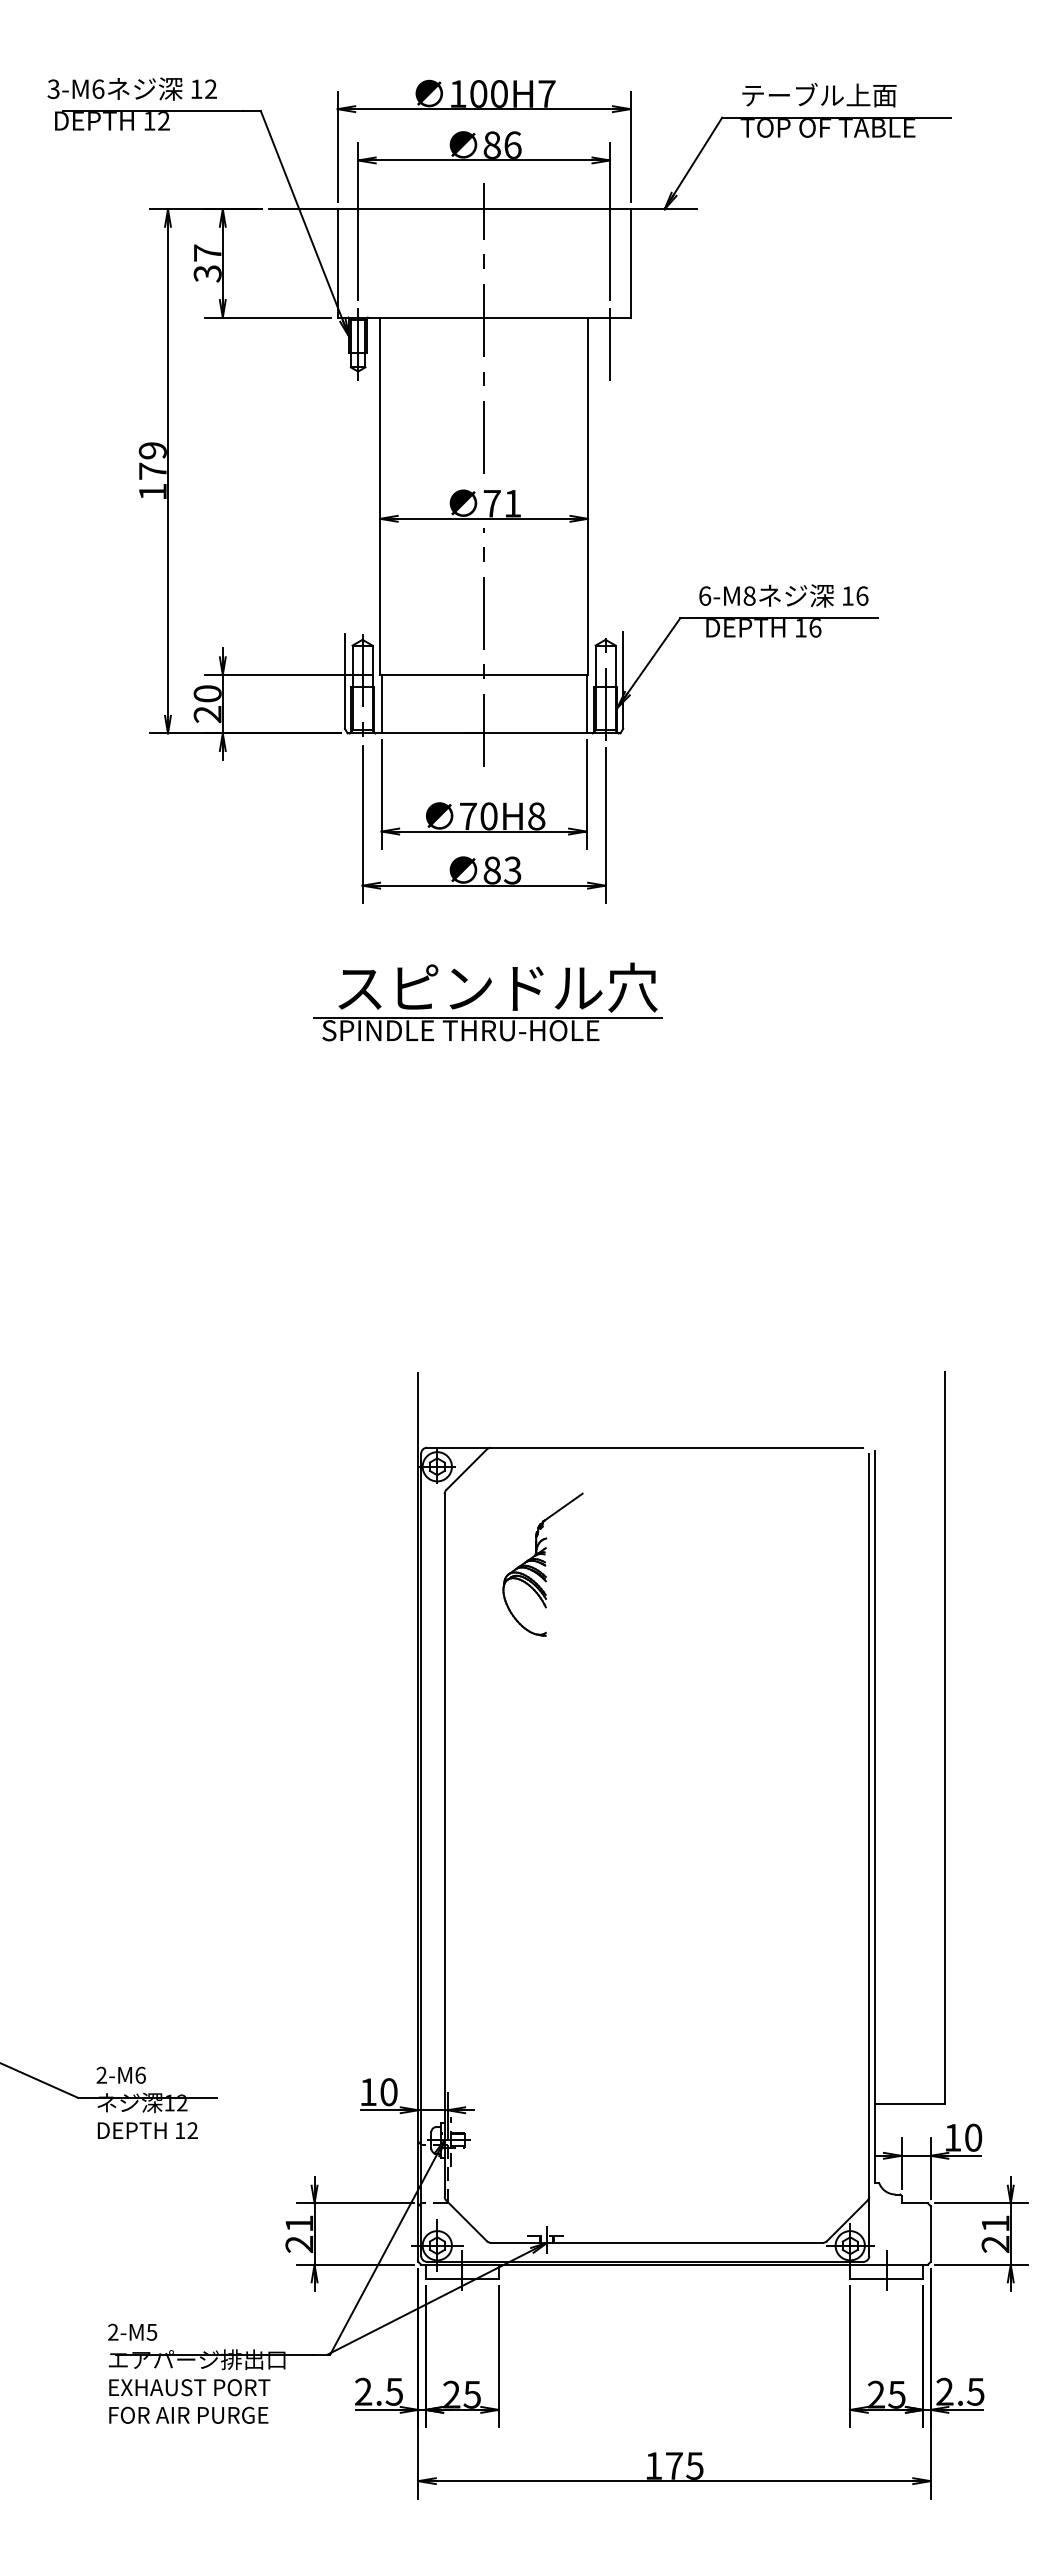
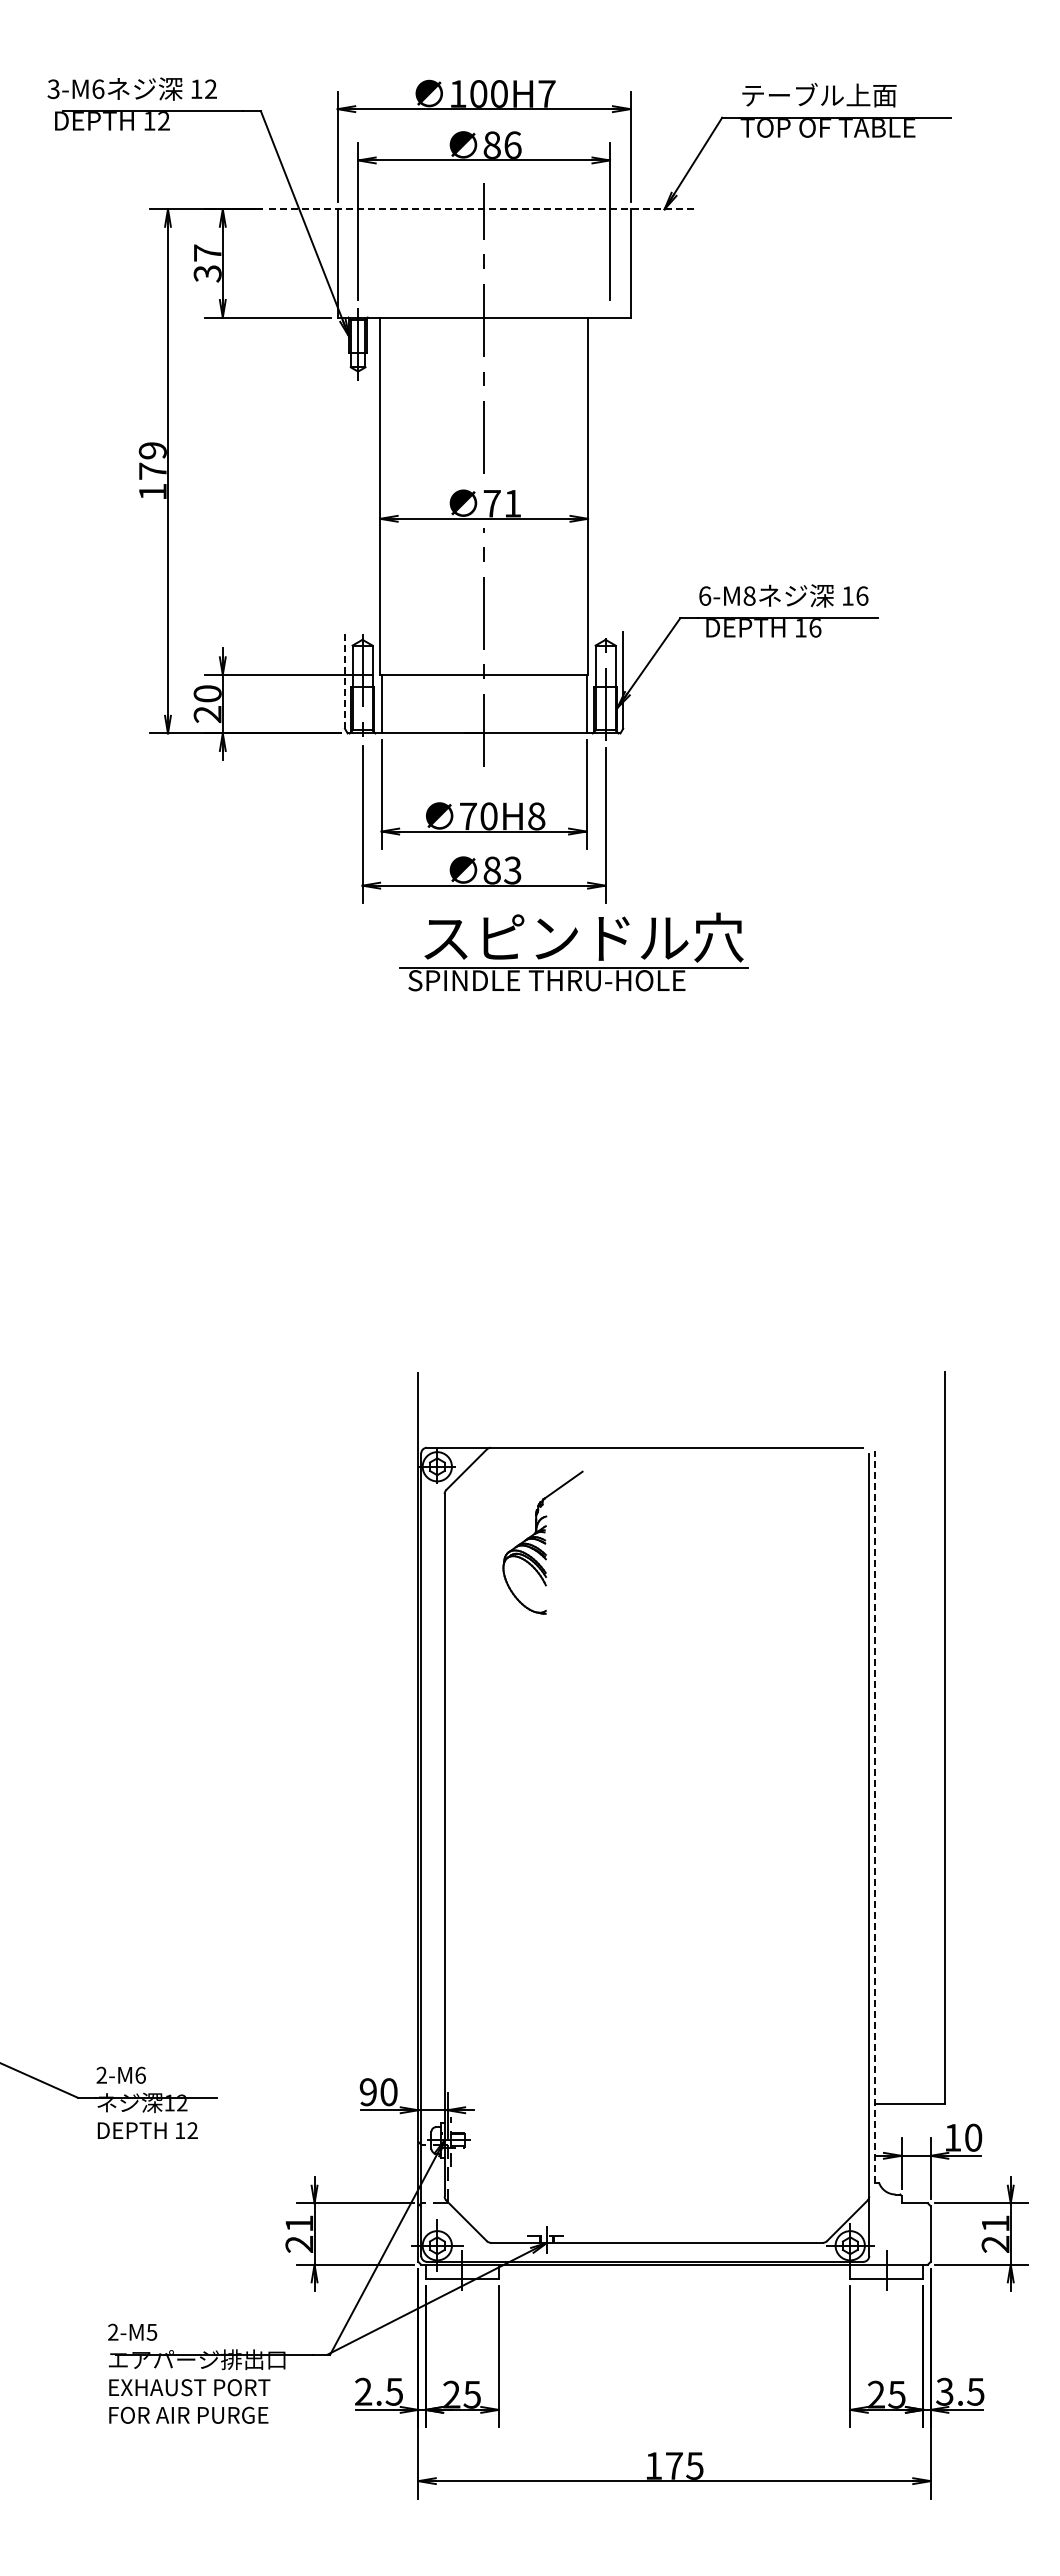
line at (483, 209): solid -> dashed
line at (610, 344): present -> none
line at (344, 681): solid -> dashed
part at (481, 995) position: (481, 995) -> (567, 945)
part at (542, 1564) position: (542, 1564) -> (542, 1542)
line at (875, 1816): solid -> dashed
text at (367, 2092): 10 -> 90
text at (944, 2391): 2.5 -> 3.5
